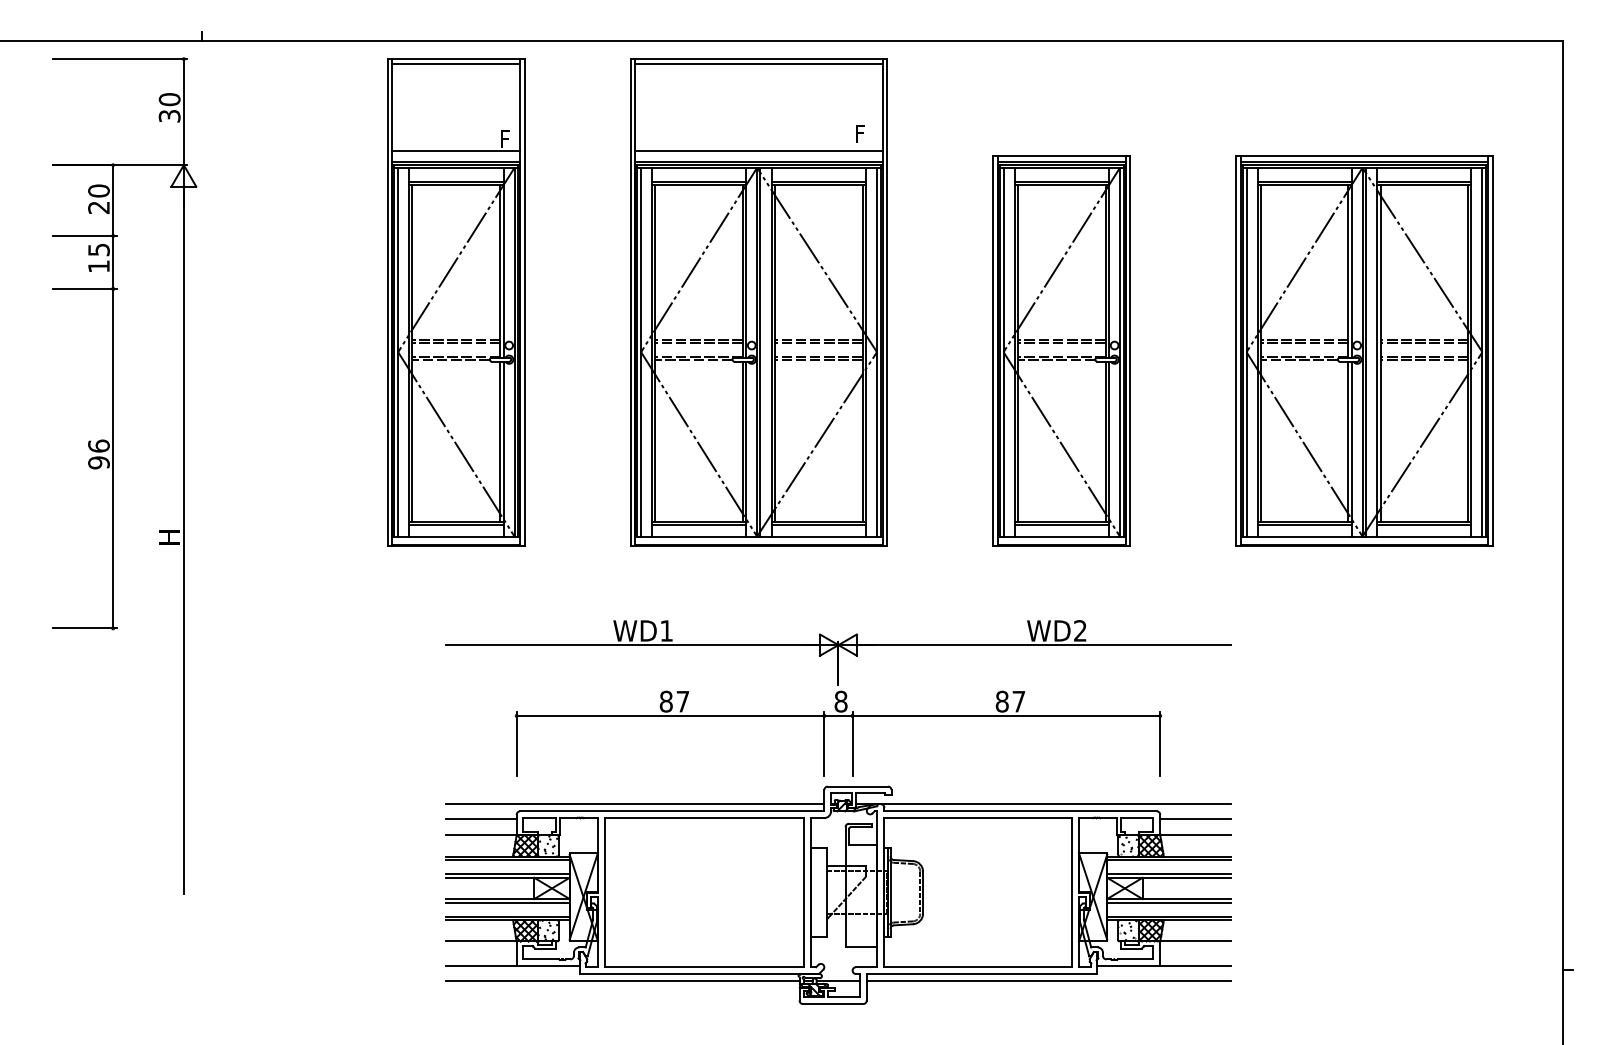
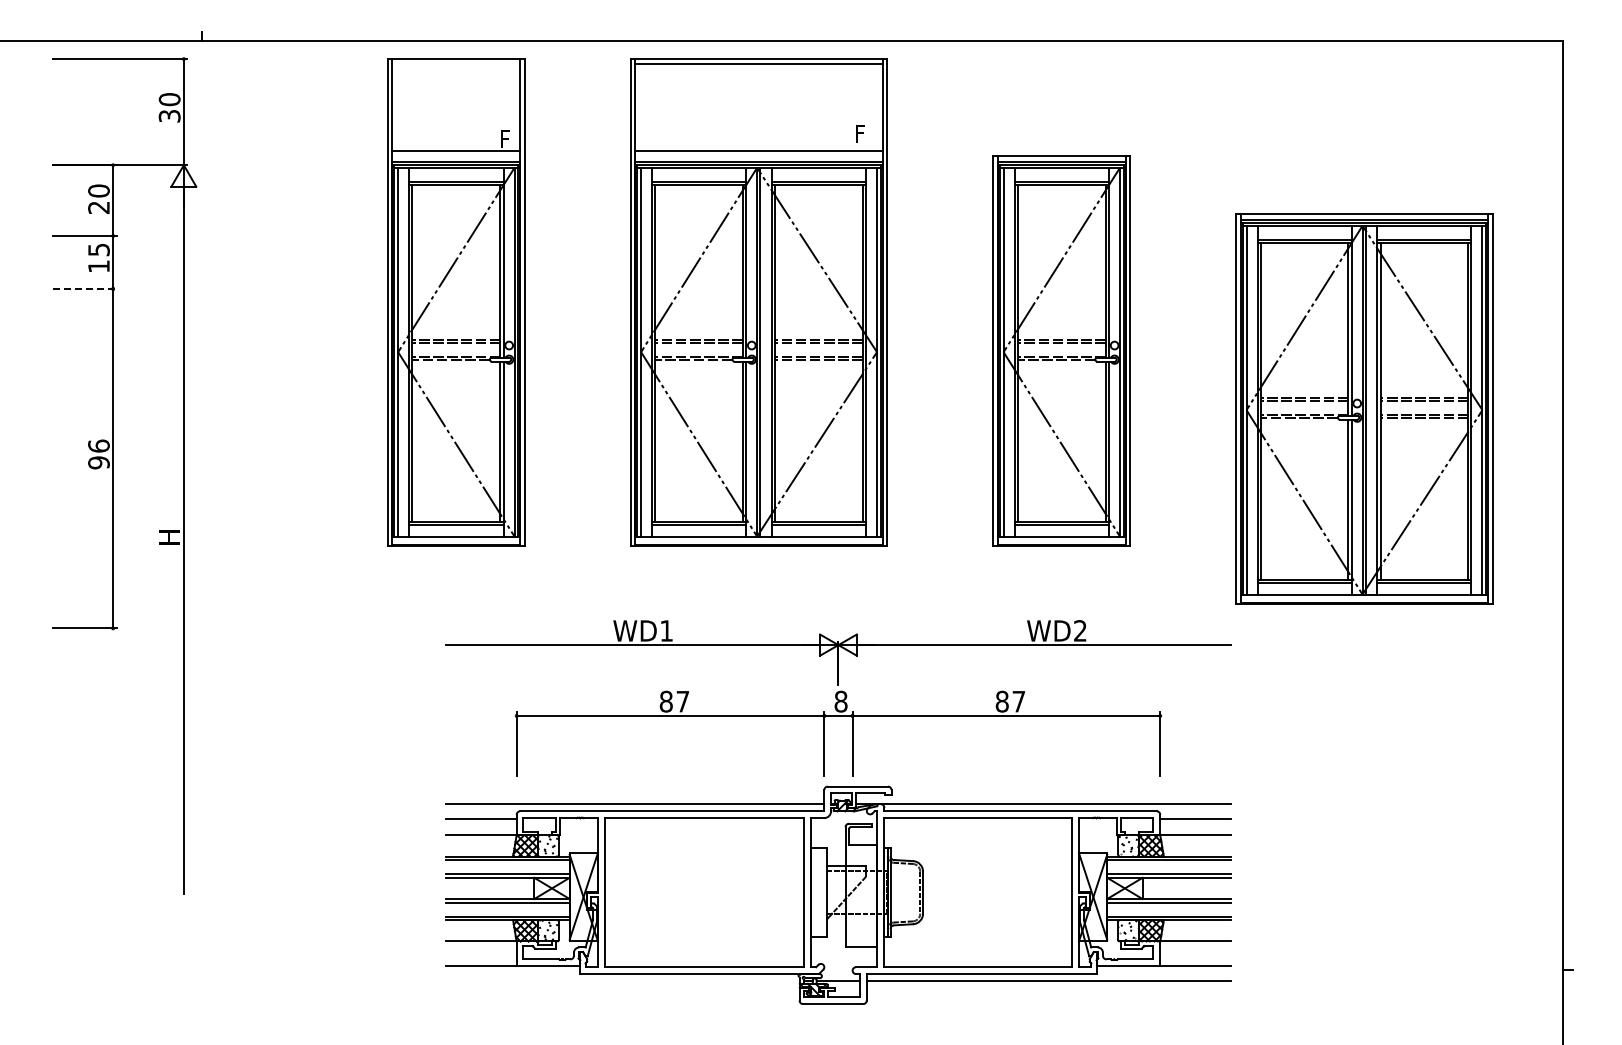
line at (456, 64): present -> none
line at (84, 288): solid -> dashed
part at (1364, 350) position: (1364, 350) -> (1364, 408)
line at (622, 981): present -> none
